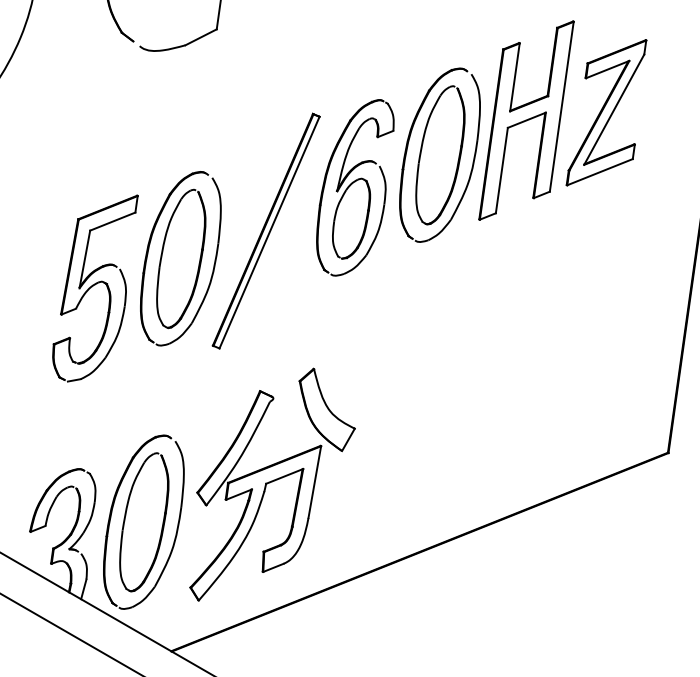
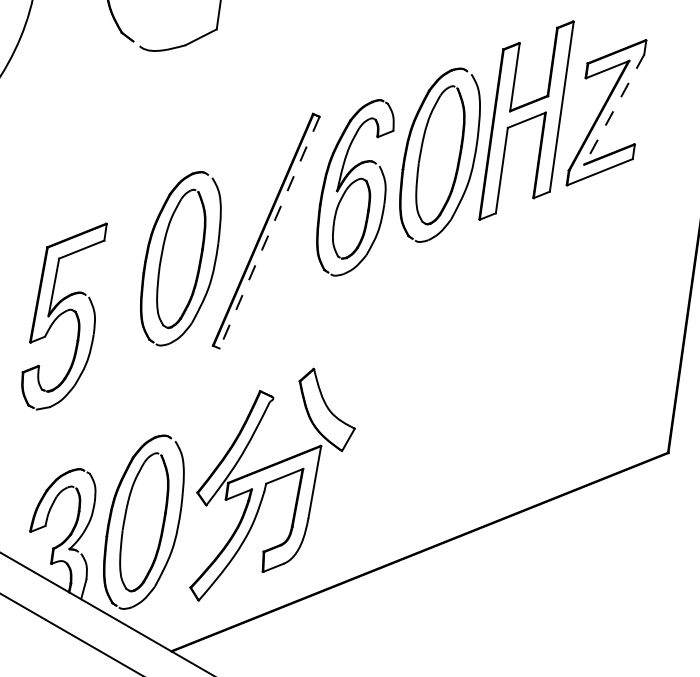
line at (614, 109): solid -> dashed
line at (269, 233): solid -> dashed
part at (95, 288) position: (95, 288) -> (64, 316)
